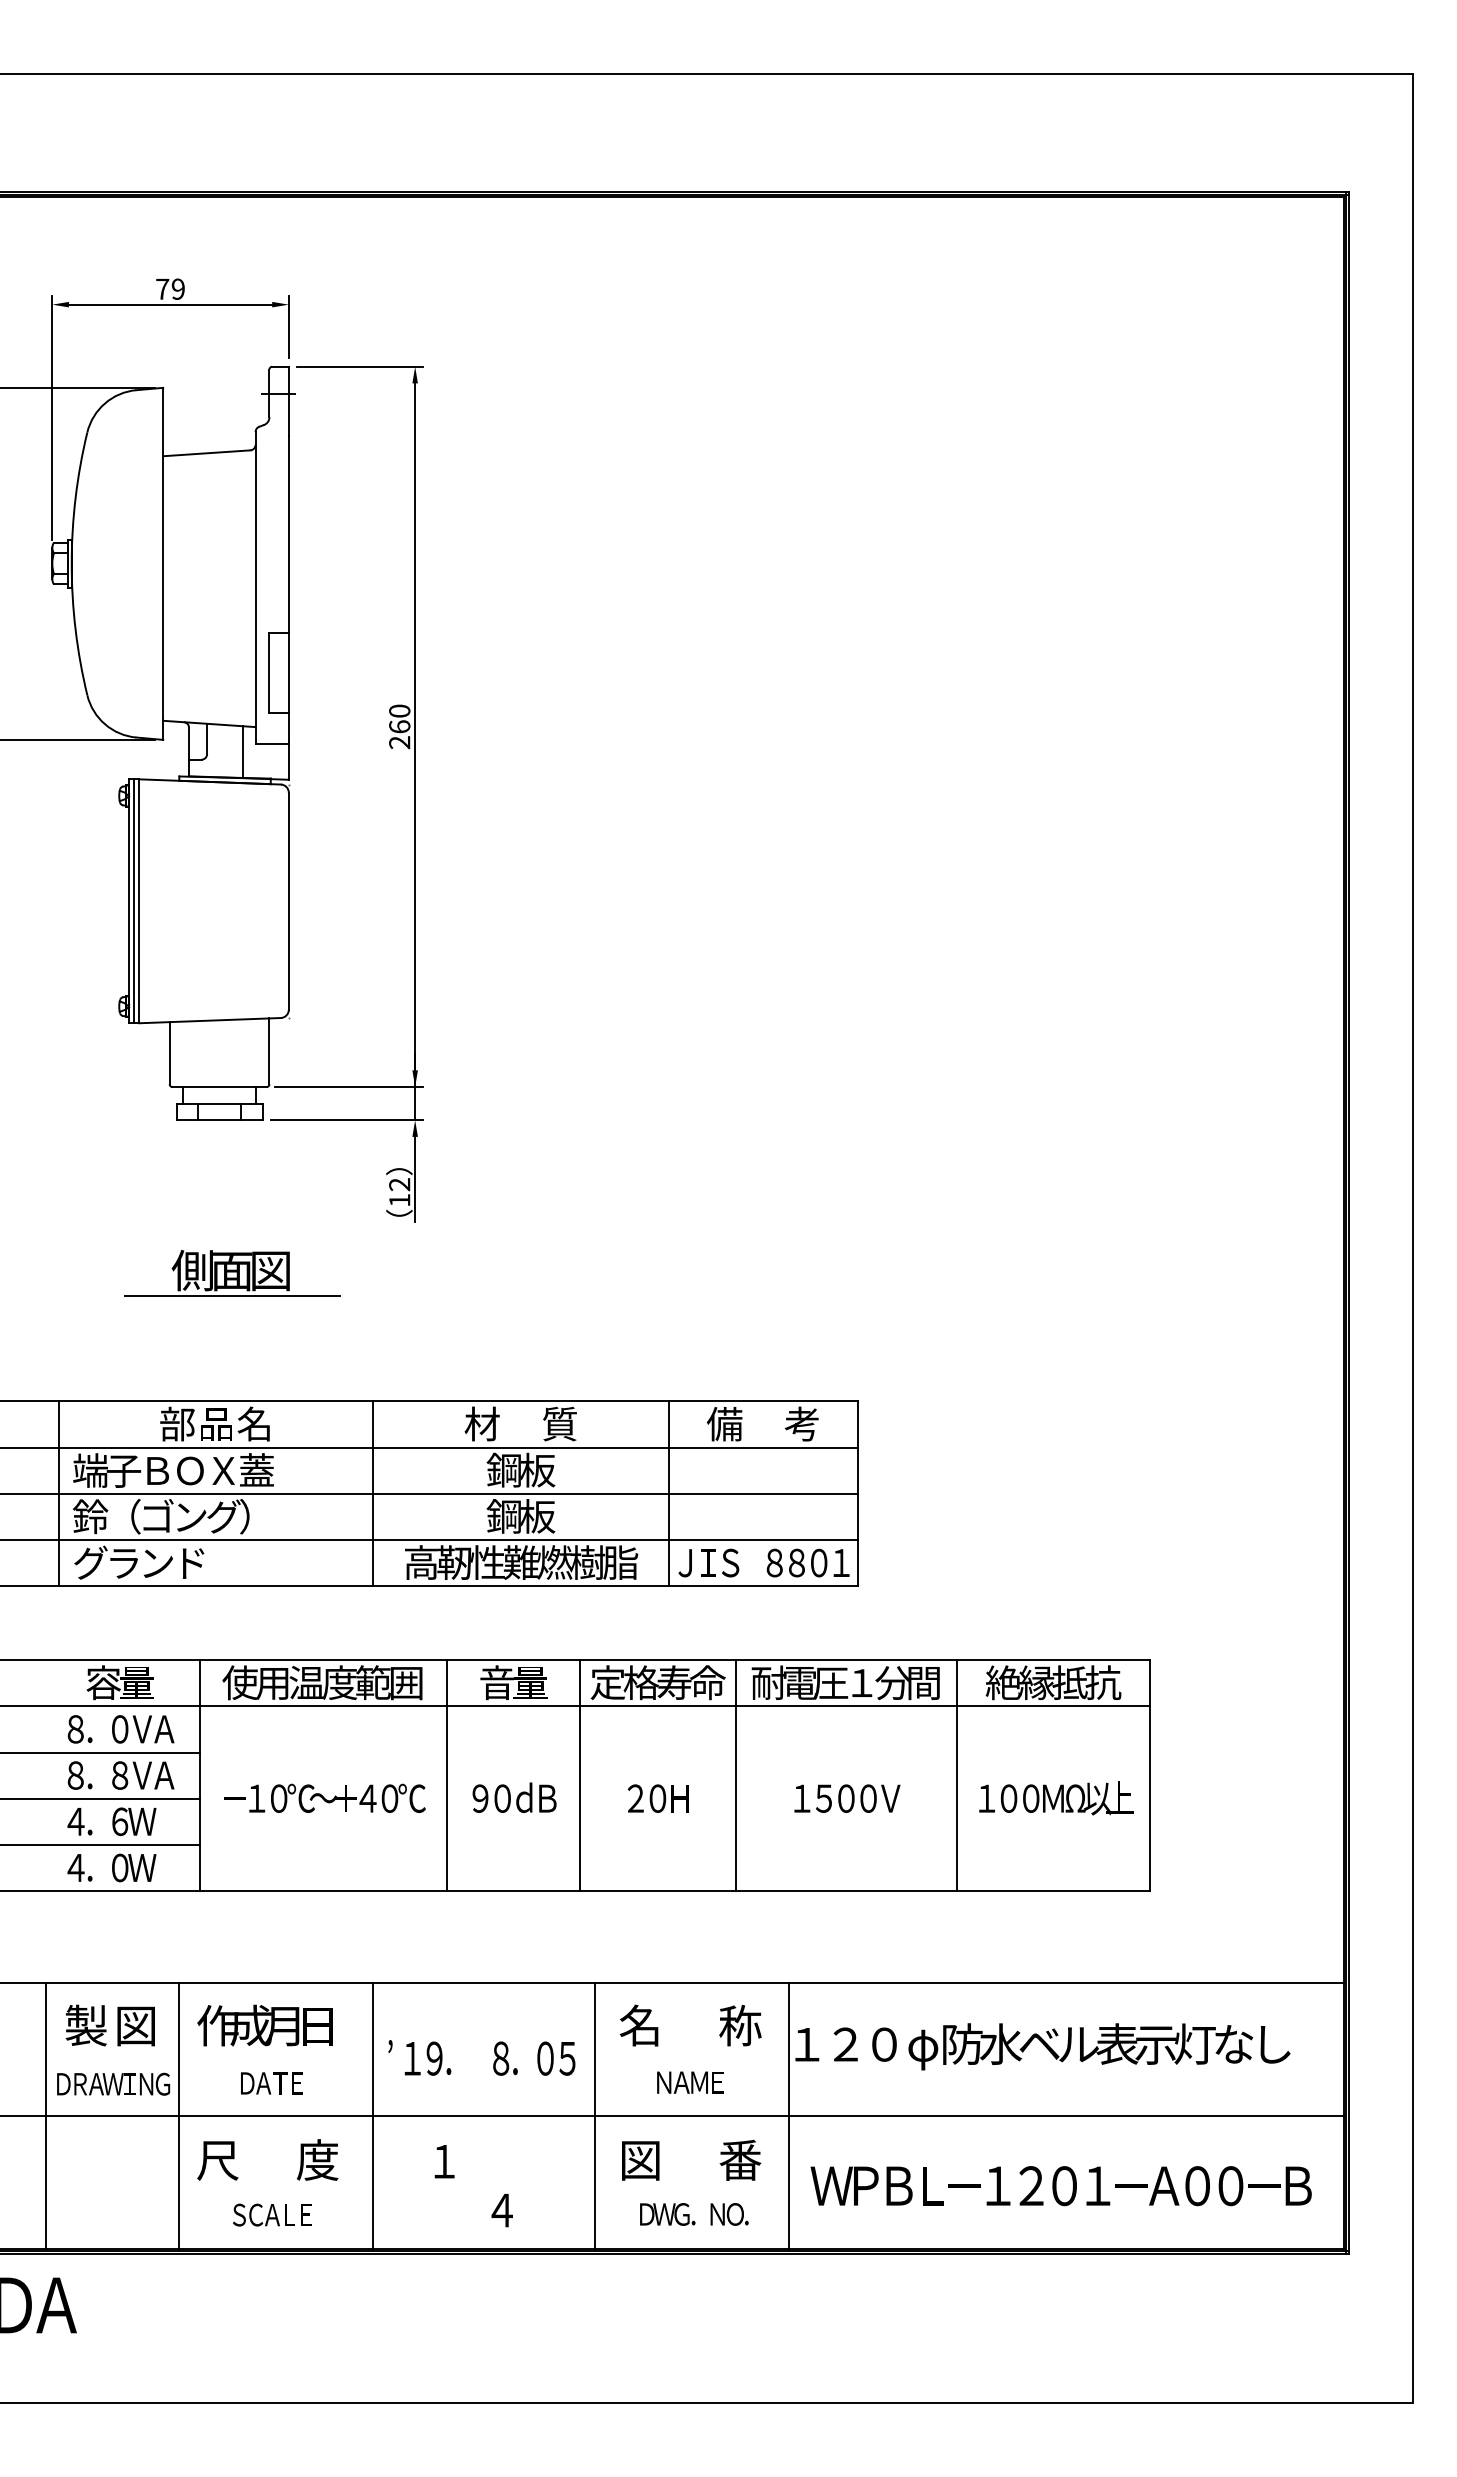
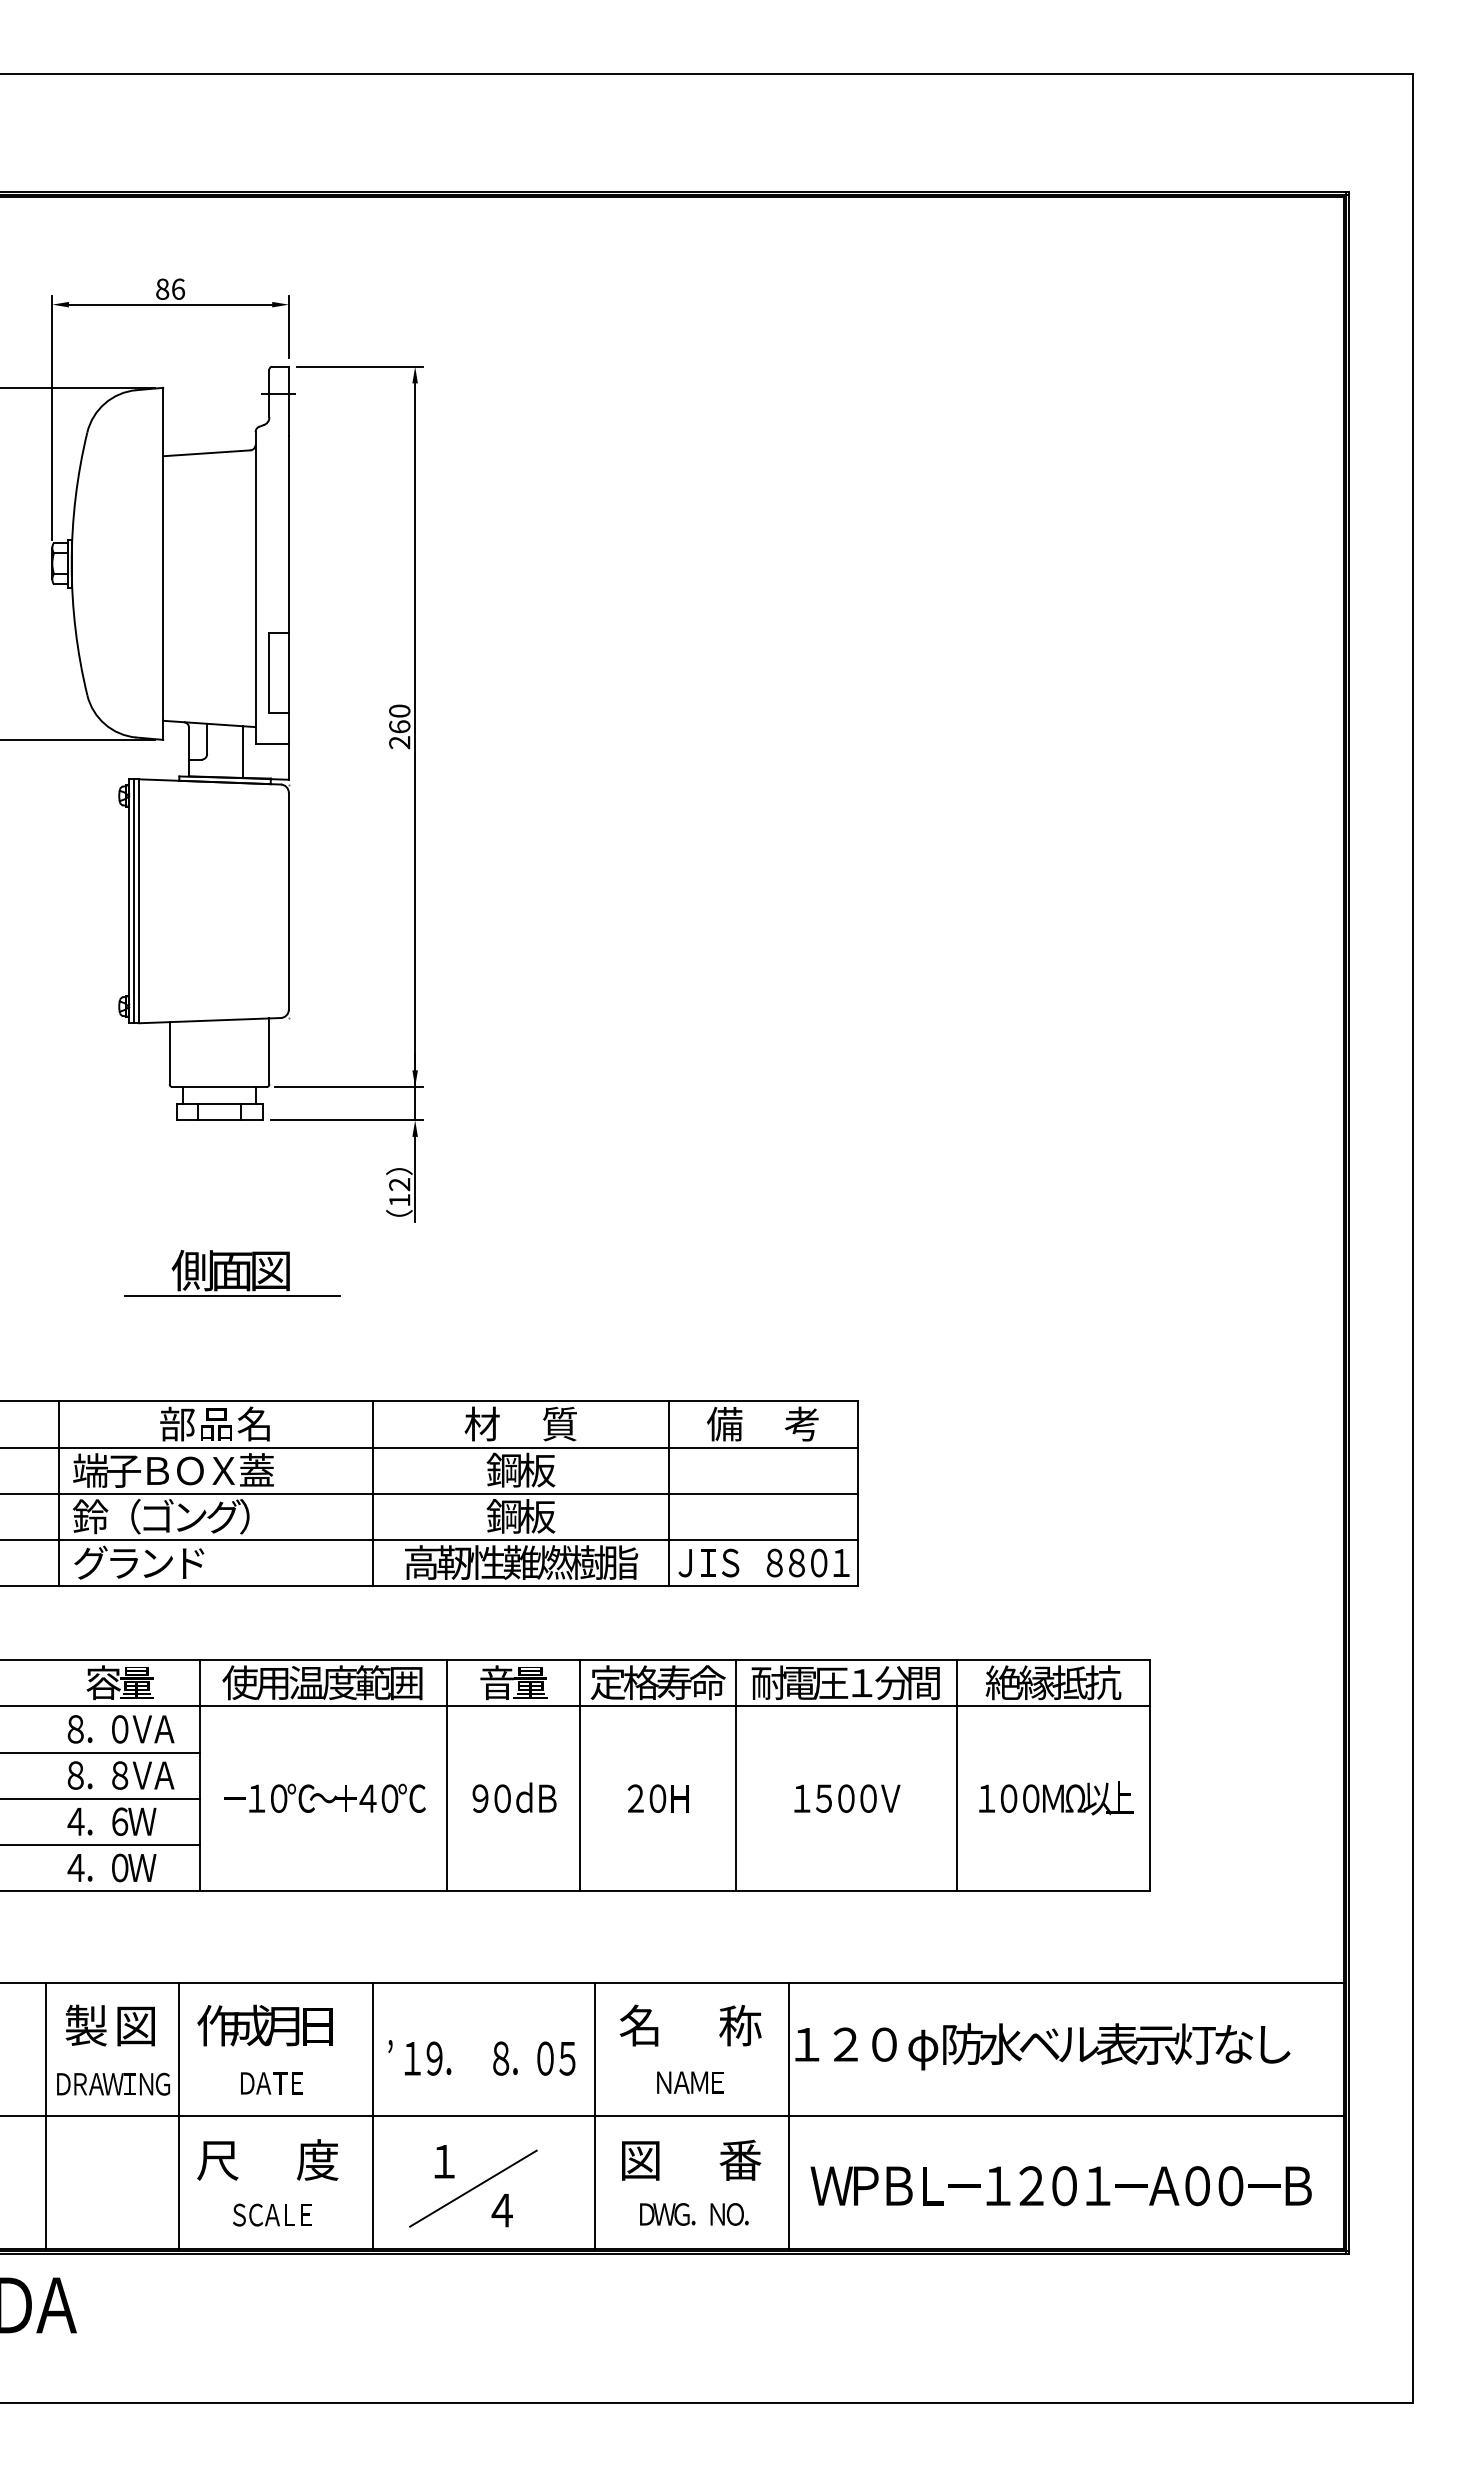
text at (170, 288): 79 -> 86
line at (473, 2188): none -> present
